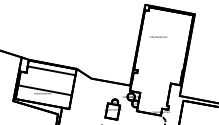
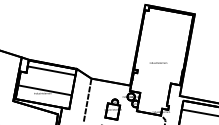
text at (158, 36) position: (158, 36) -> (158, 62)
line at (87, 99): none -> present
line at (198, 112): none -> present
